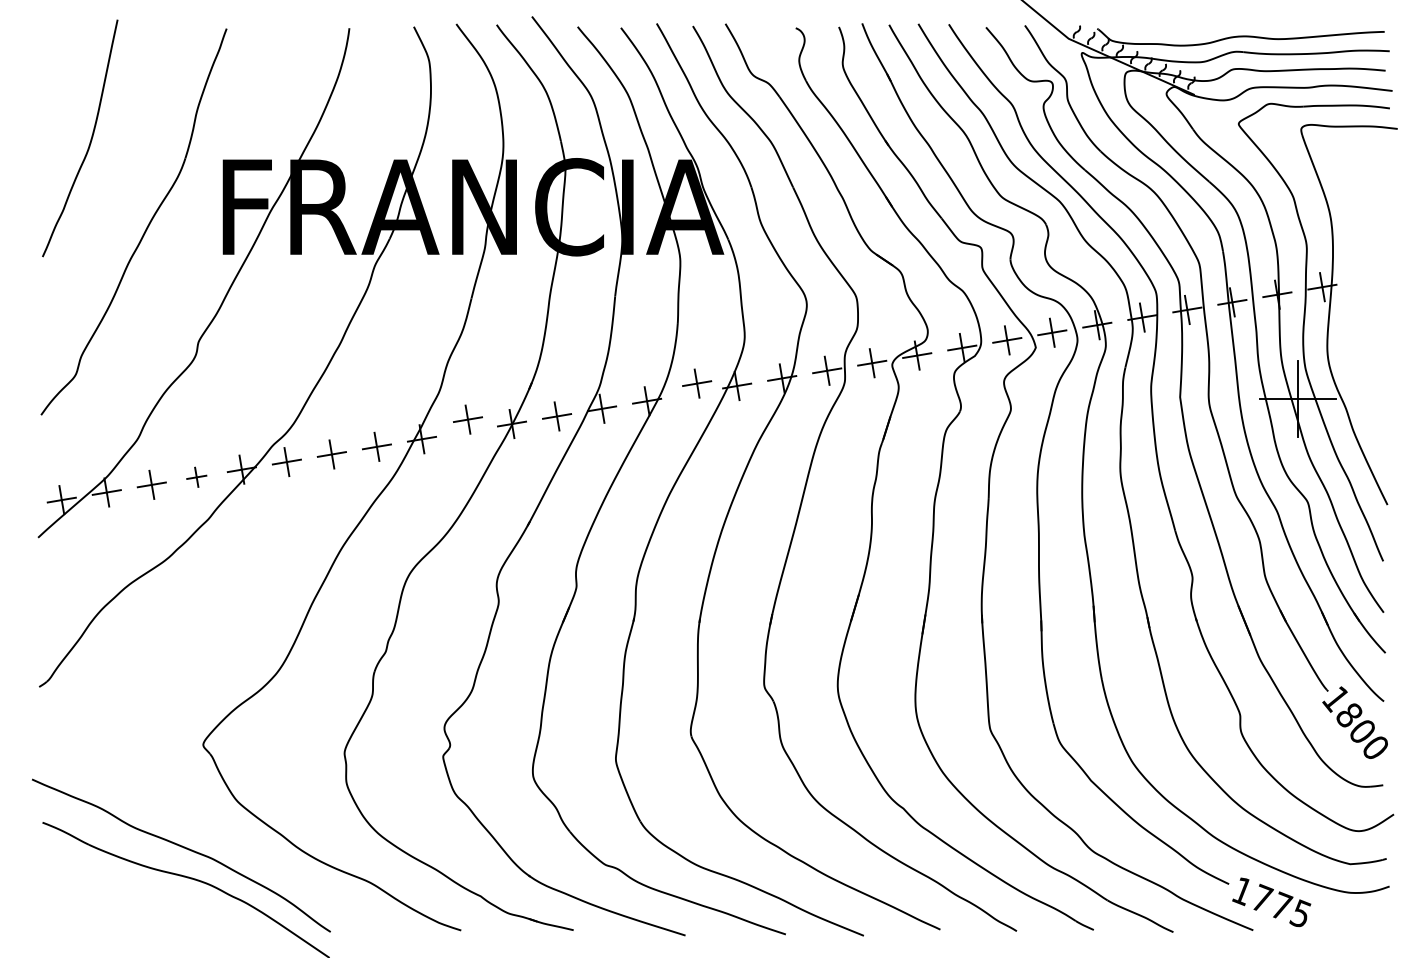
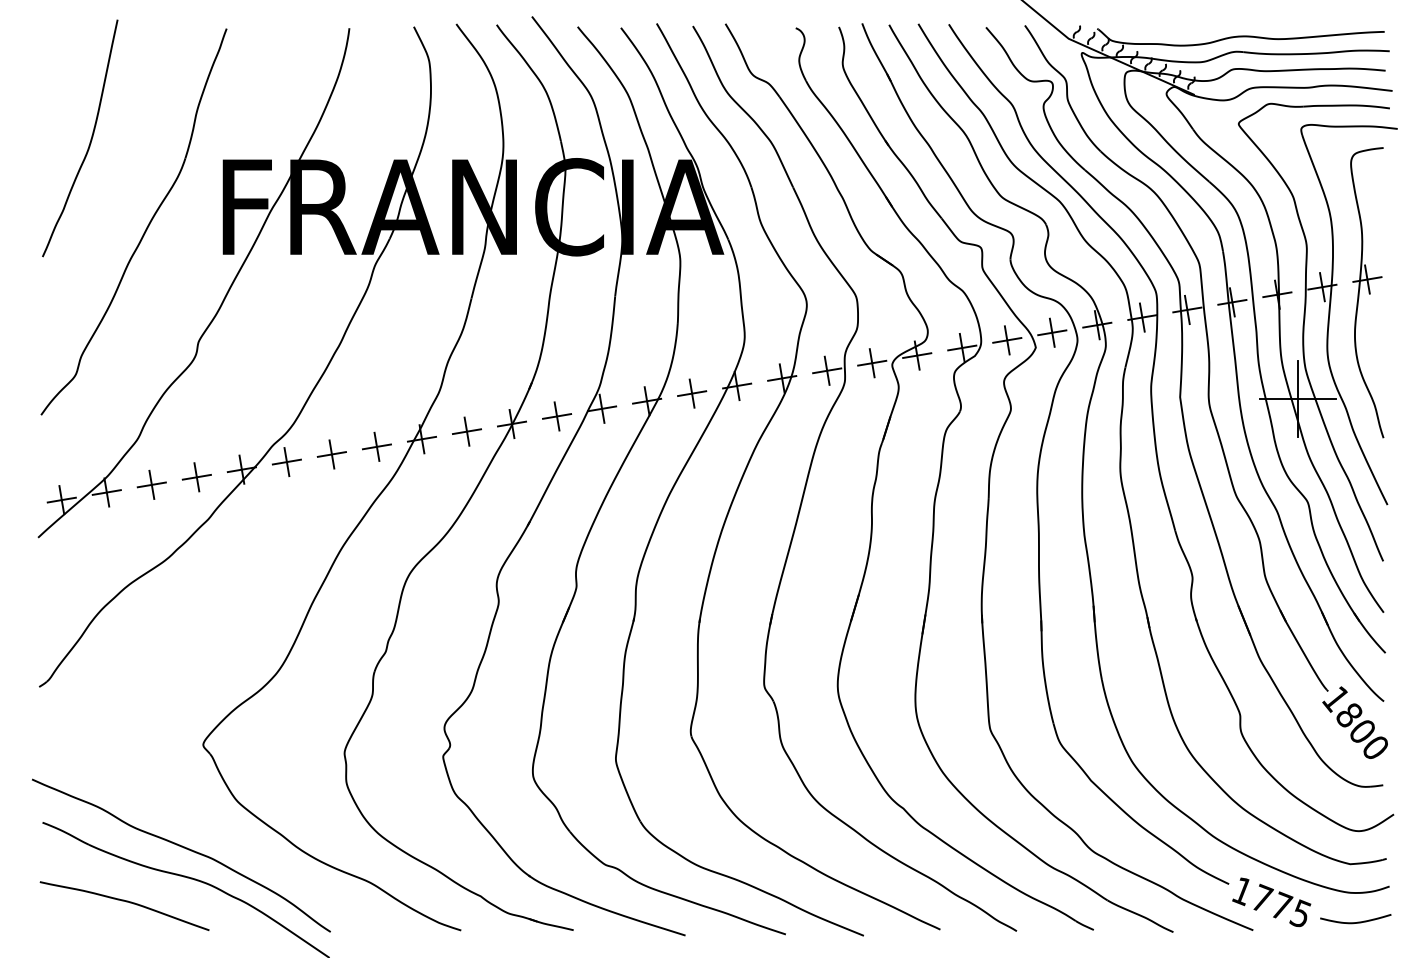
part at (1367, 292): none -> present
part at (697, 383) position: (697, 383) -> (692, 393)
part at (467, 419) position: (467, 419) -> (466, 431)
part at (196, 476) size: 22x22 px -> 31x31 px
curve at (126, 902): none -> present
curve at (1357, 921): none -> present
